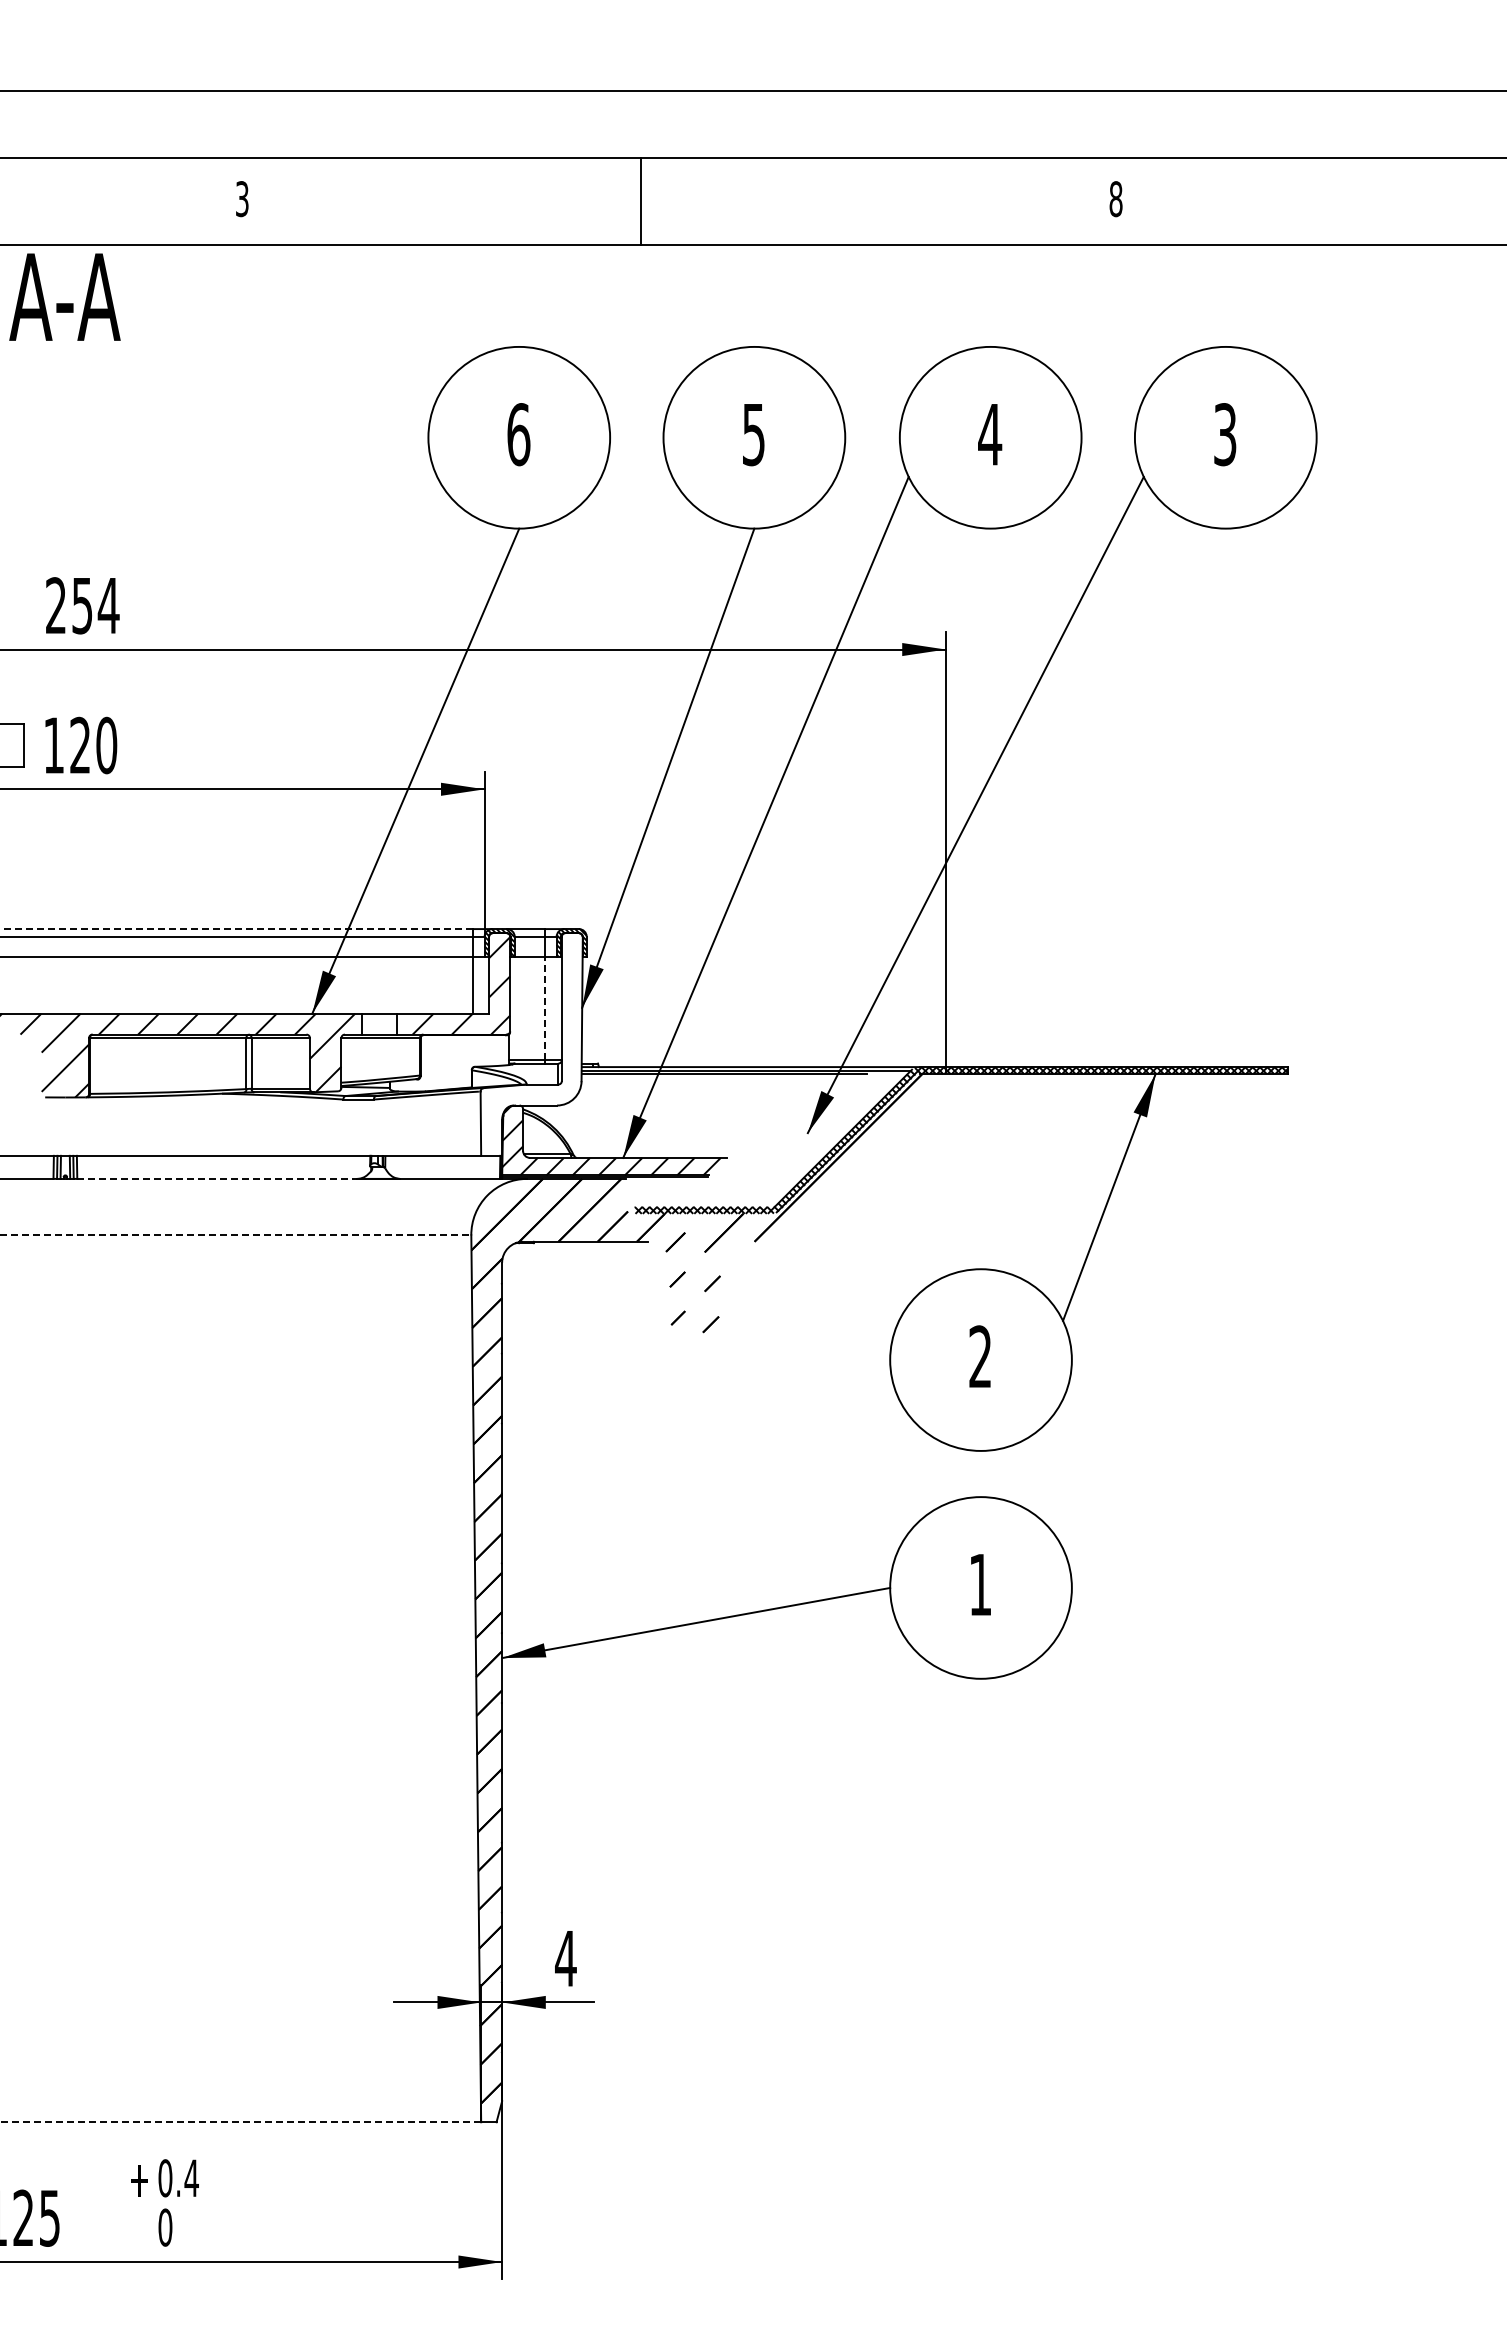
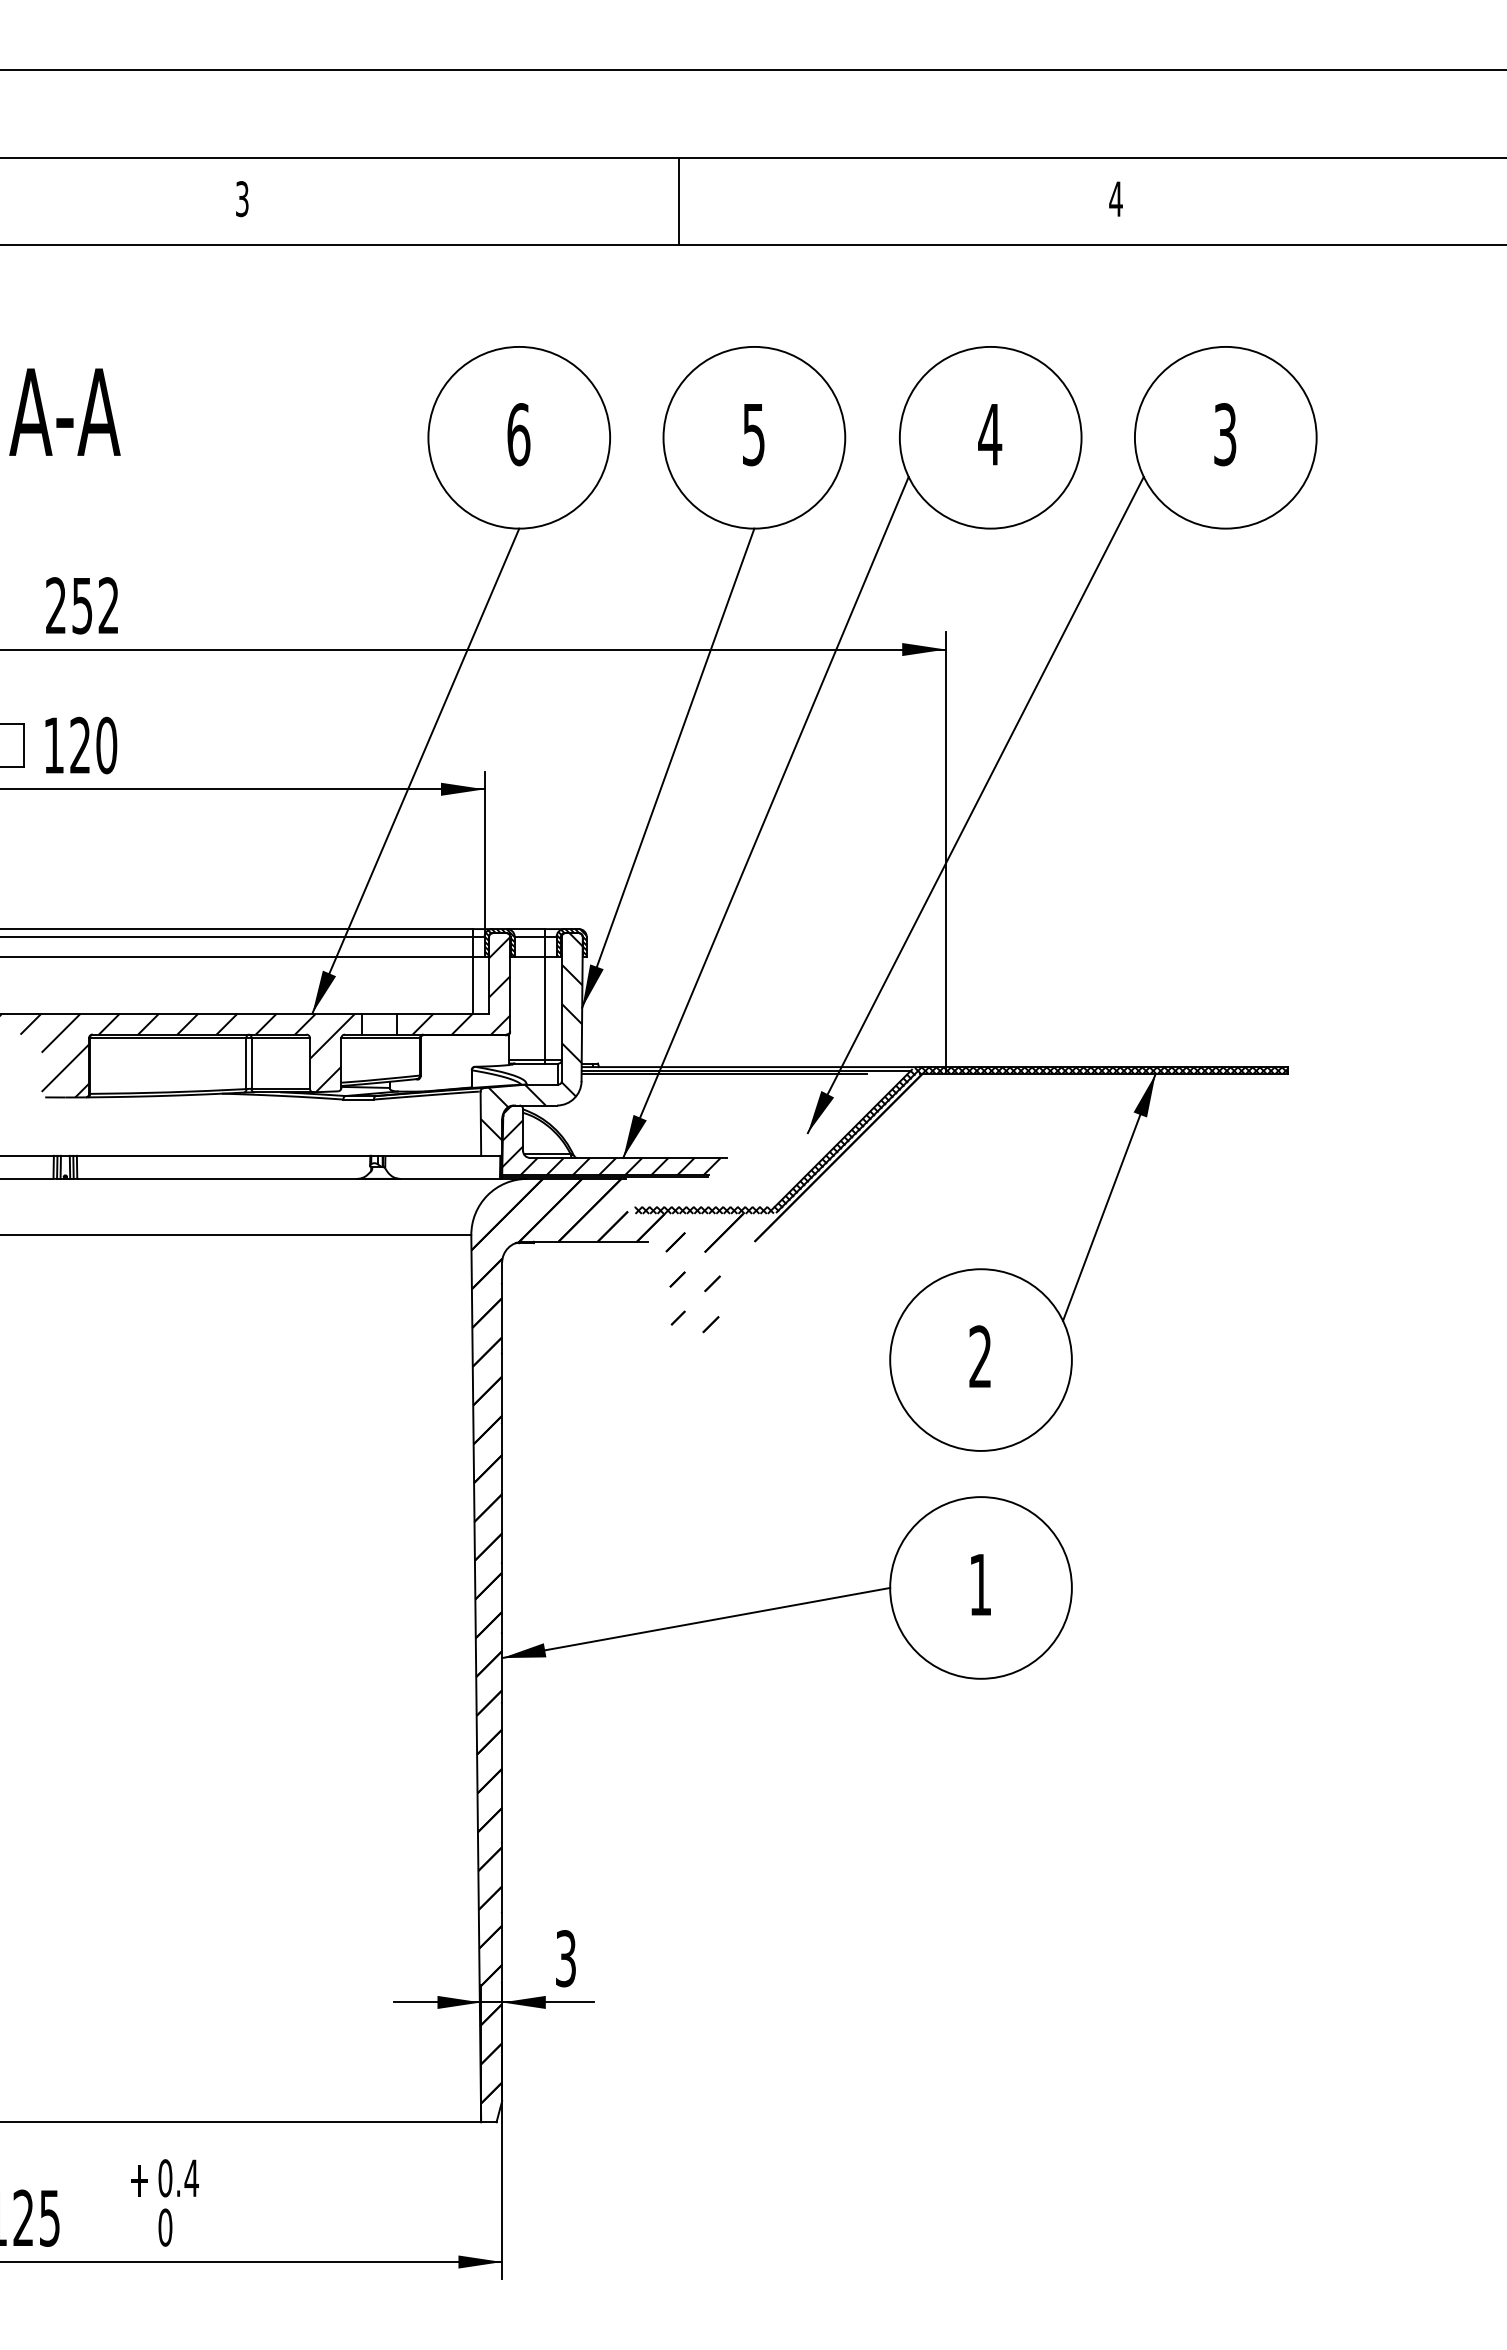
line at (752, 91) position: (752, 91) -> (752, 70)
text at (1115, 199): 8 -> 4
line at (640, 201) position: (640, 201) -> (678, 201)
text at (64, 296) position: (64, 296) -> (64, 411)
text at (108, 605): 254 -> 252
line at (236, 929): dashed -> solid
line at (545, 1008): dashed -> solid
hatch at (531, 1036): none -> present
line at (217, 1178): dashed -> solid
line at (236, 1235): dashed -> solid
text at (565, 1958): 4 -> 3
line at (240, 2122): dashed -> solid
